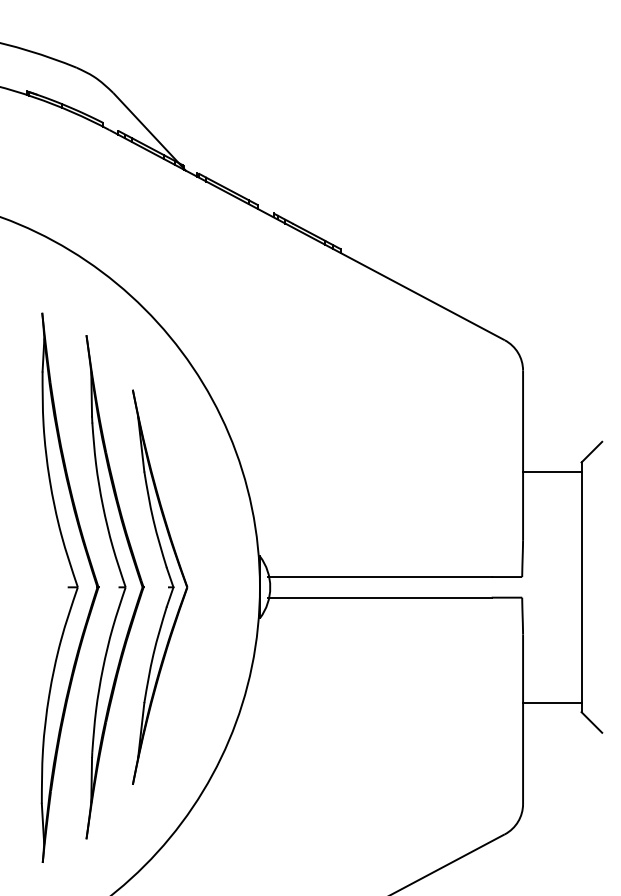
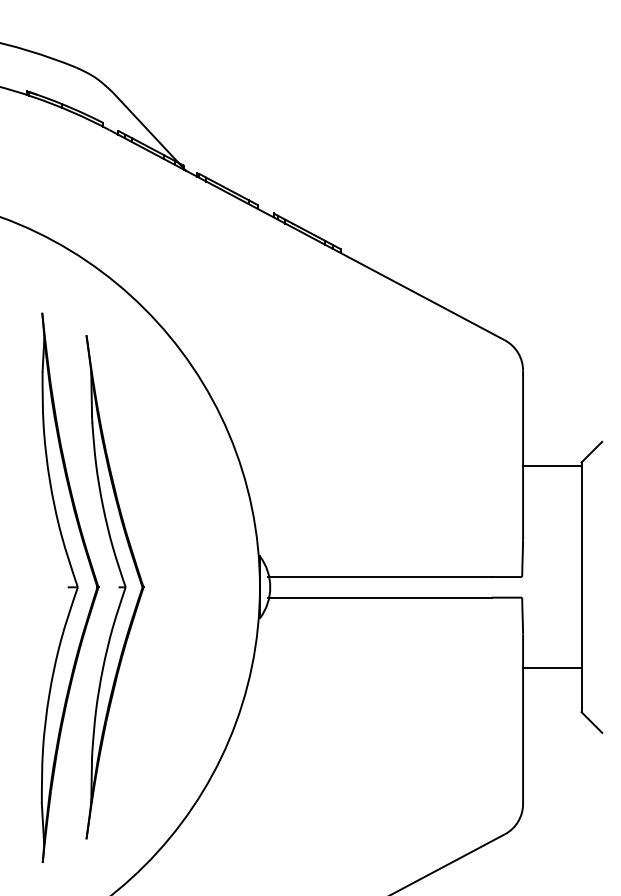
line at (552, 472) position: (552, 472) -> (552, 466)
part at (168, 586): present -> none
line at (552, 702) position: (552, 702) -> (552, 667)
